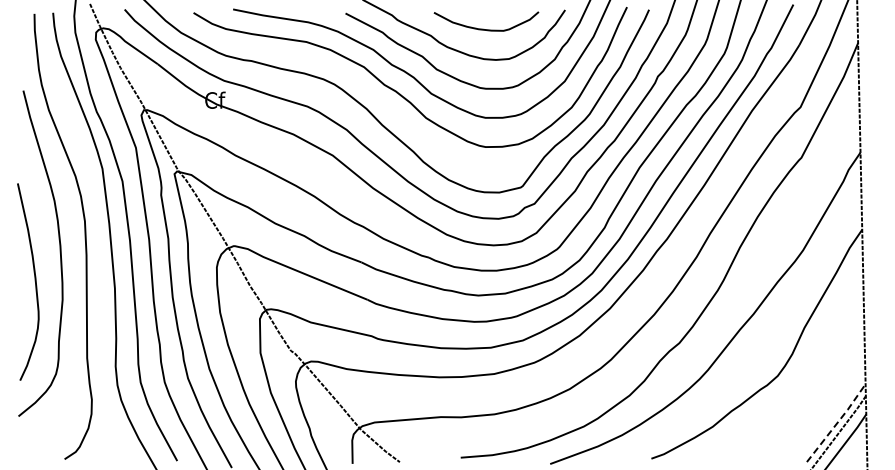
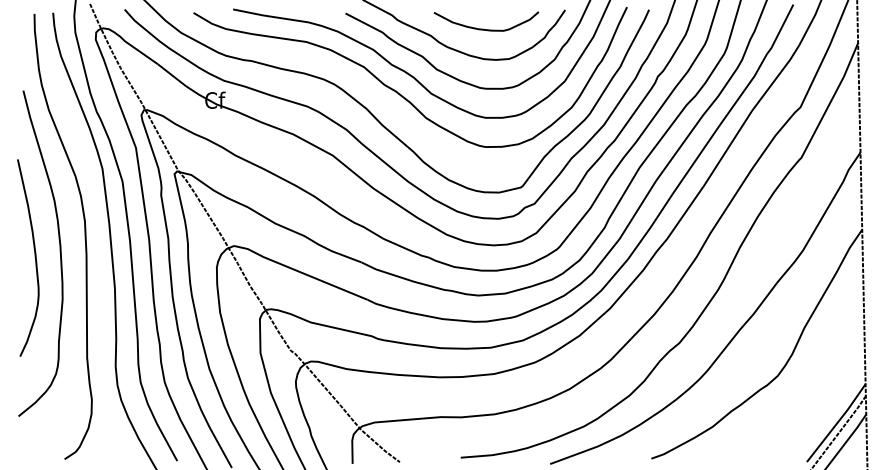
curve at (34, 281) position: (34, 281) -> (34, 257)
line at (837, 423): dashed -> solid
